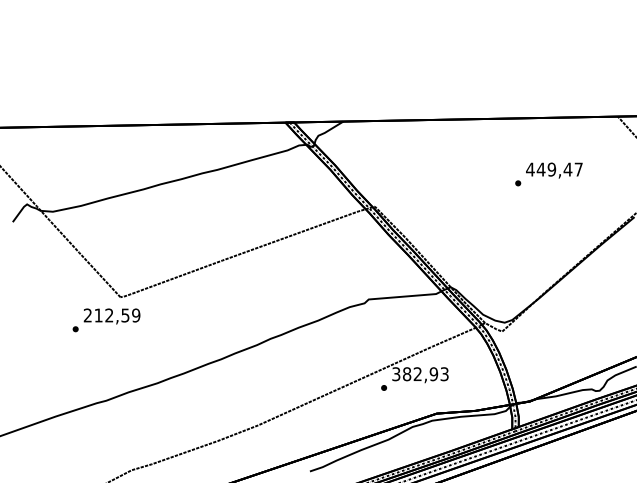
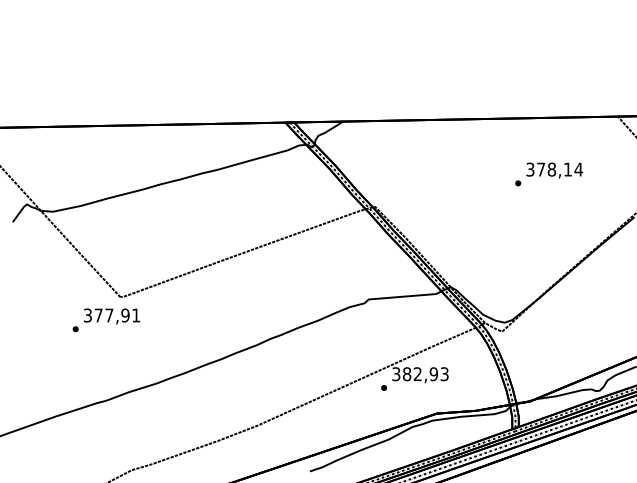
text at (554, 169): 449,47 -> 378,14
text at (112, 315): 212,59 -> 377,91
